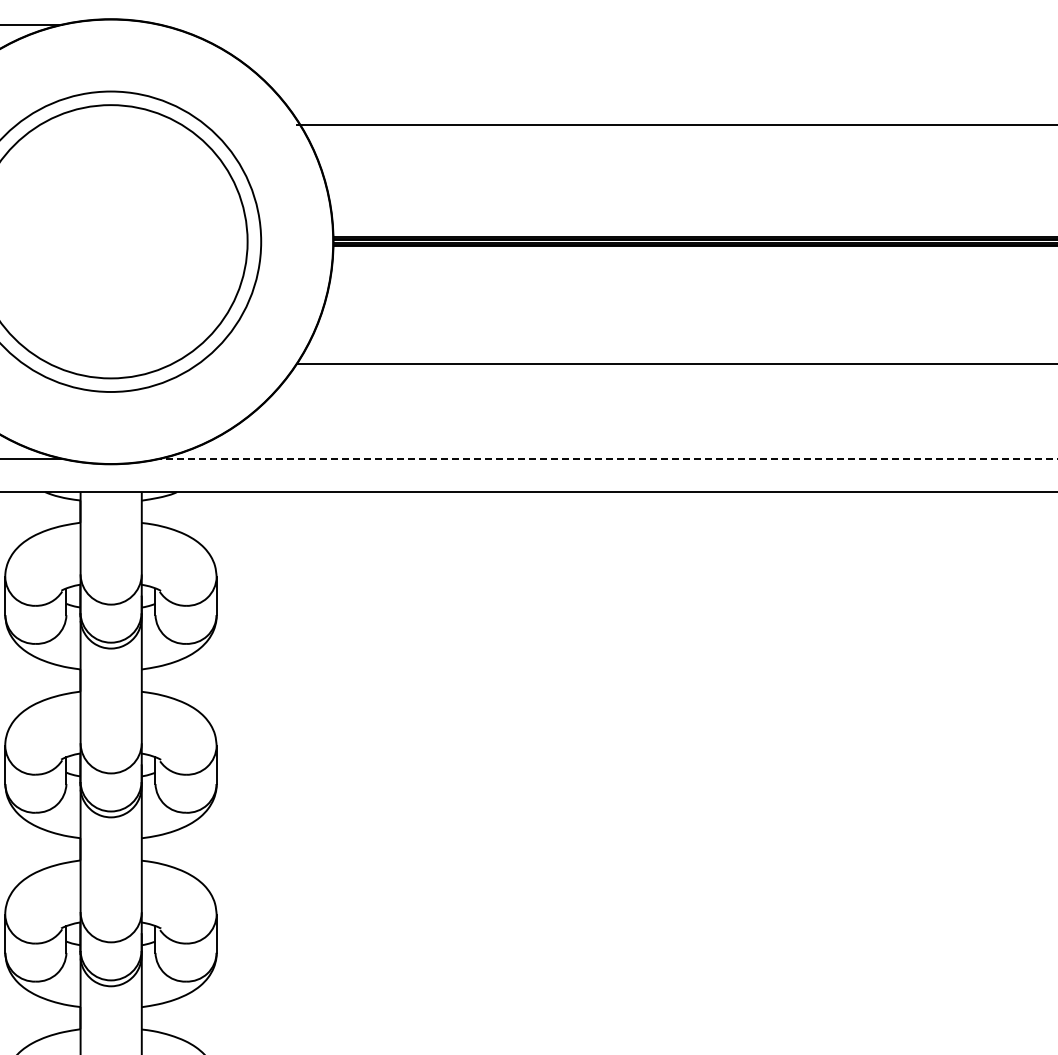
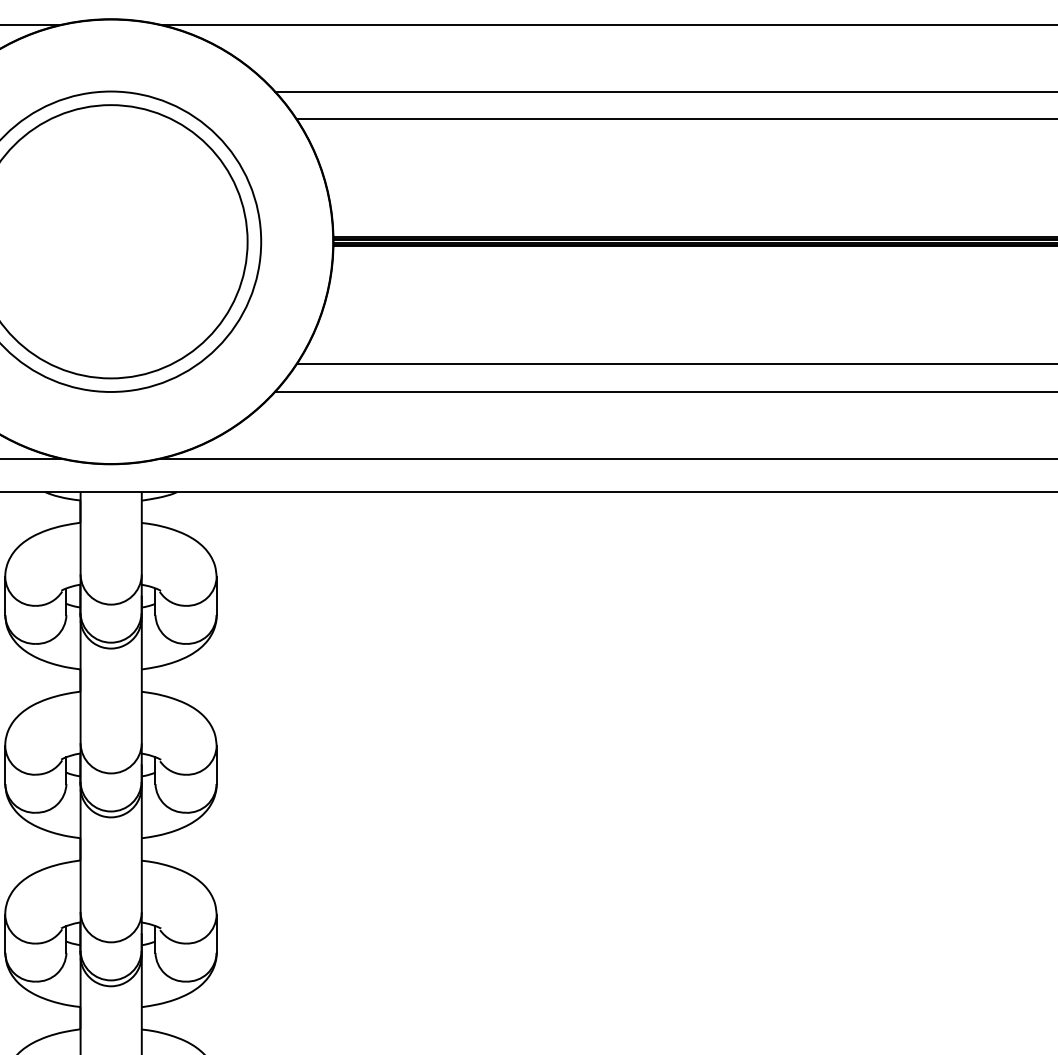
line at (607, 24): none -> present
line at (664, 91): none -> present
line at (675, 125) position: (675, 125) -> (675, 119)
line at (664, 391): none -> present
line at (608, 458): dashed -> solid
